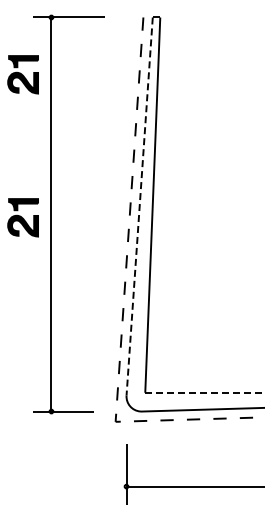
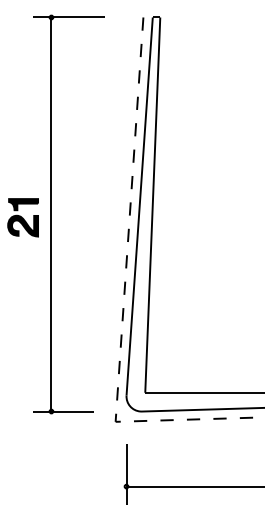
part at (22, 74): present -> none
line at (139, 206): dashed -> solid
line at (205, 392): dashed -> solid
